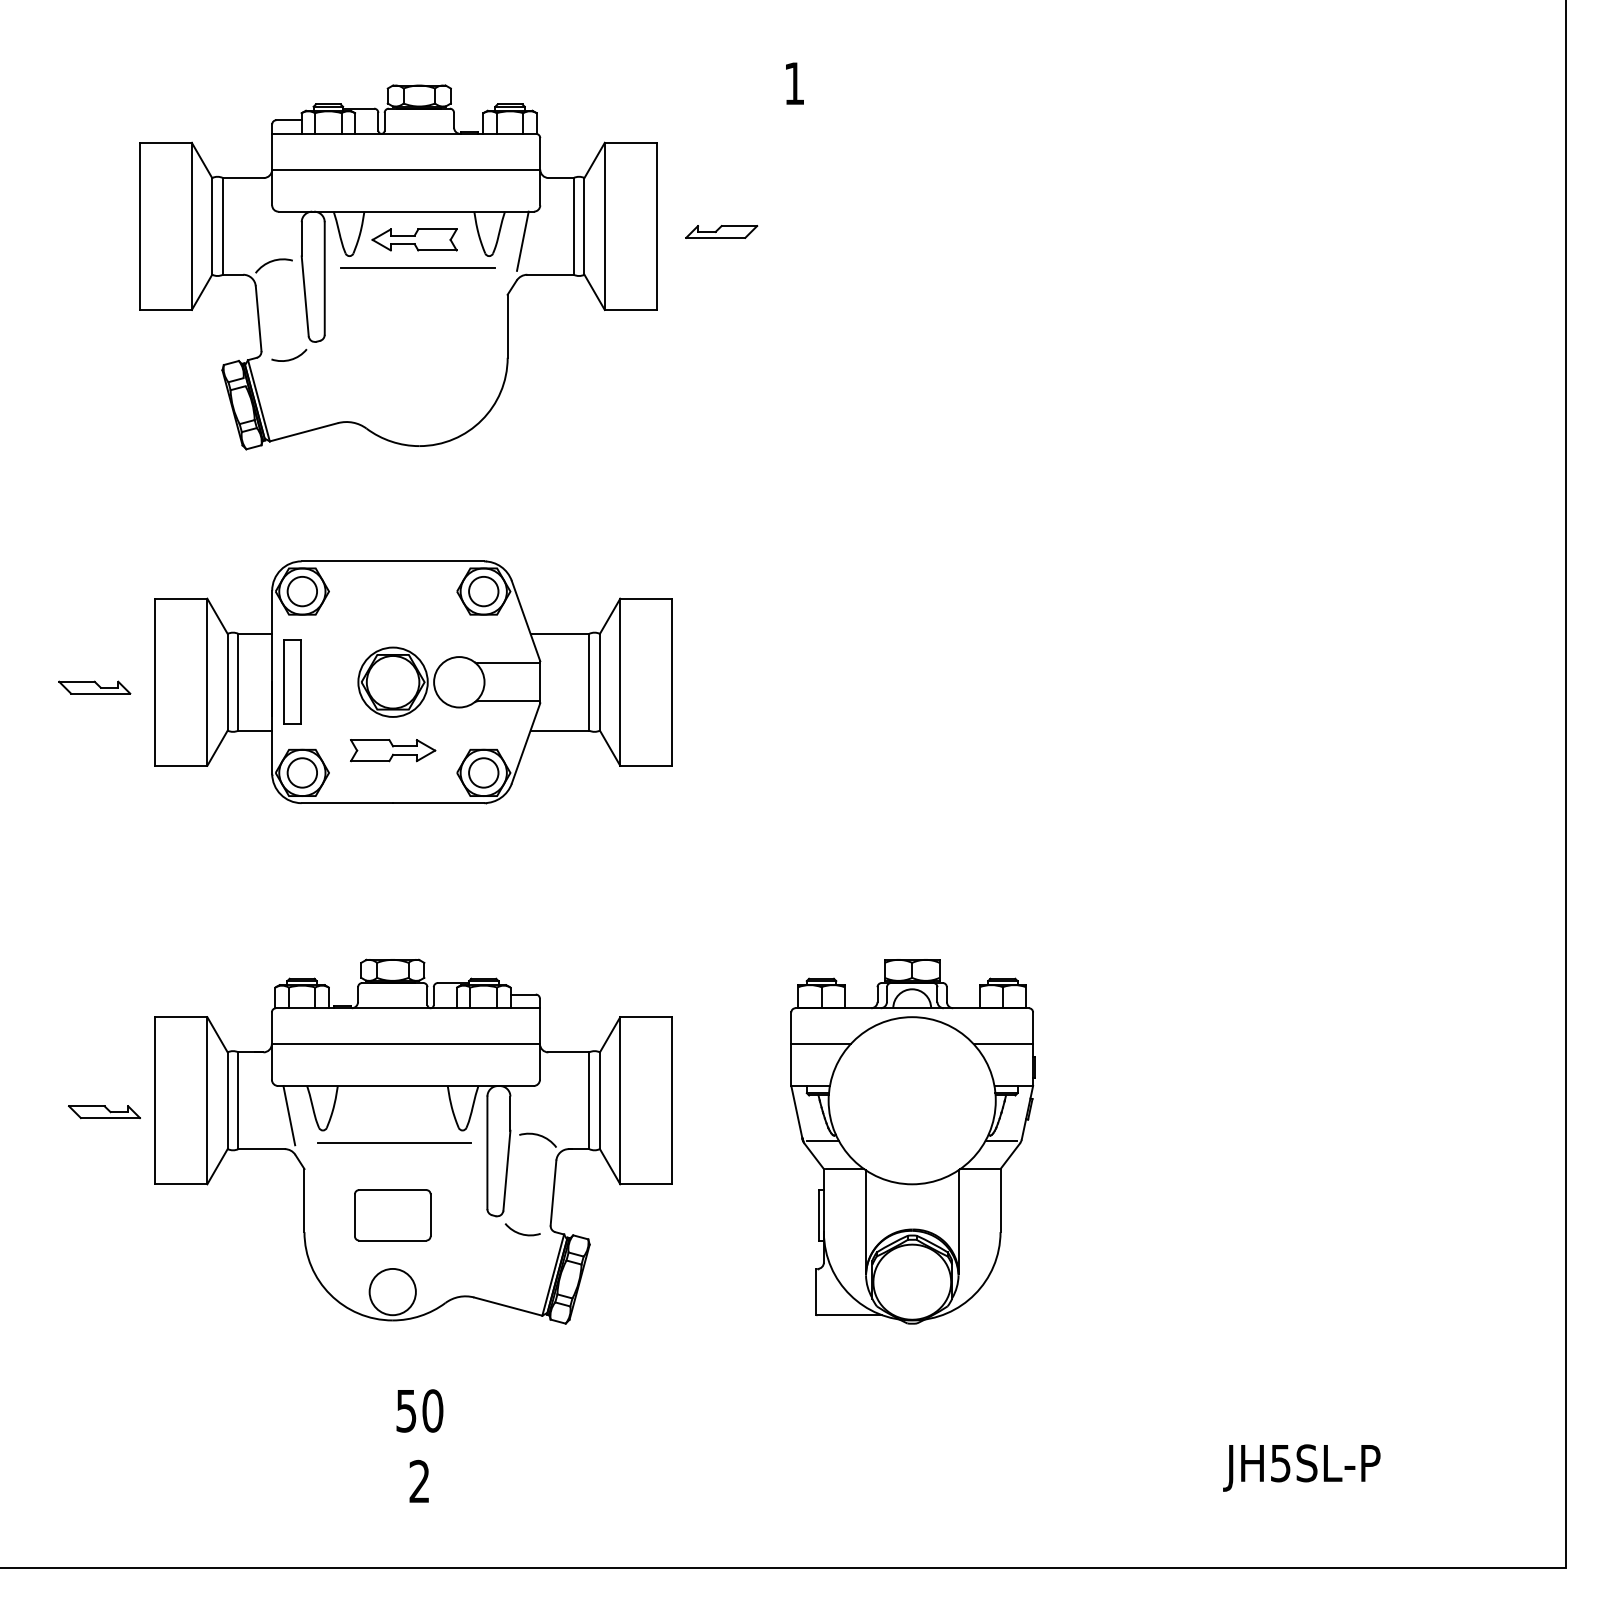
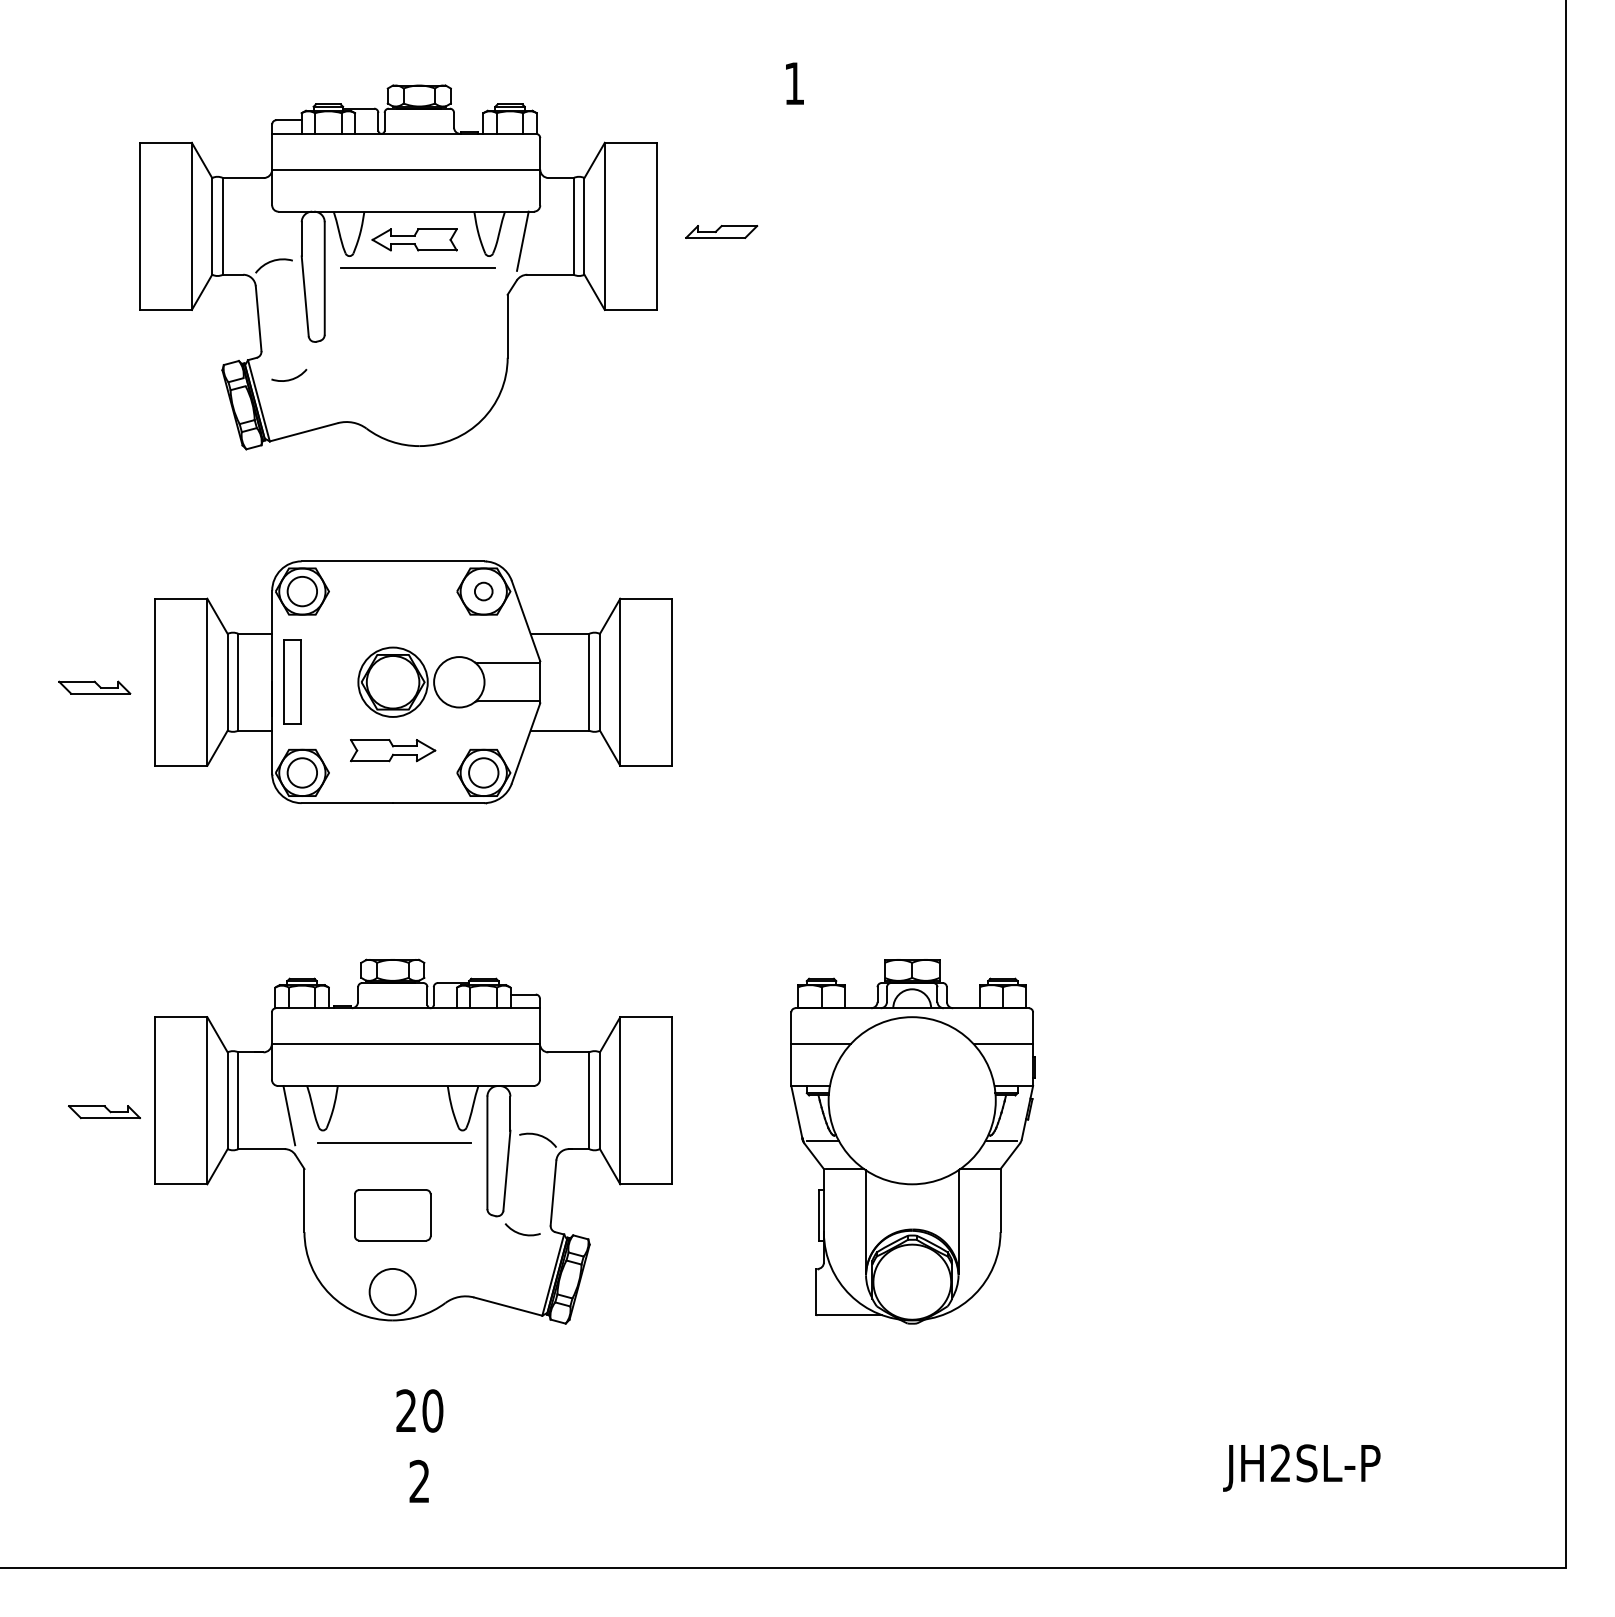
arc at (290, 358) position: (290, 358) -> (290, 378)
circle at (483, 591) diameter: 29 px -> 18 px
text at (406, 1410): 50 -> 20
text at (1280, 1463): JH5SL-P -> JH2SL-P
